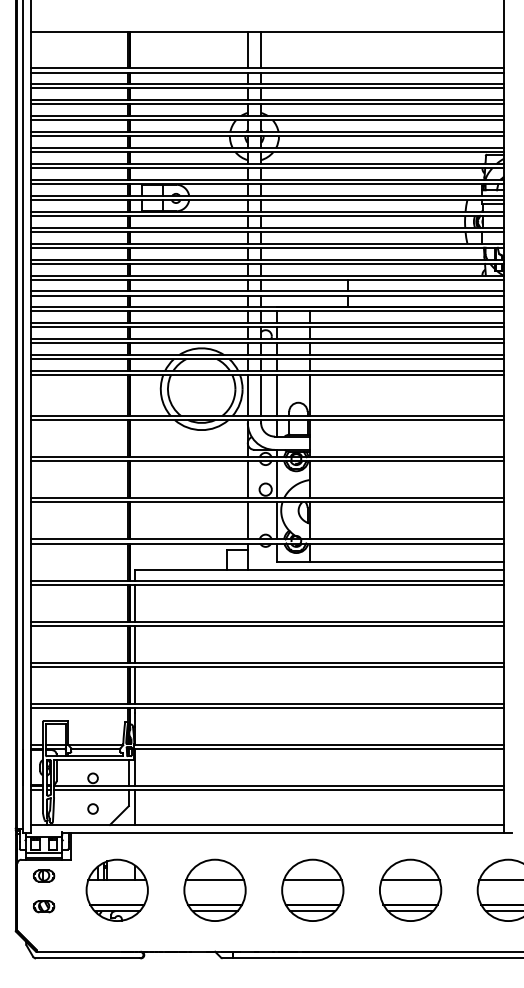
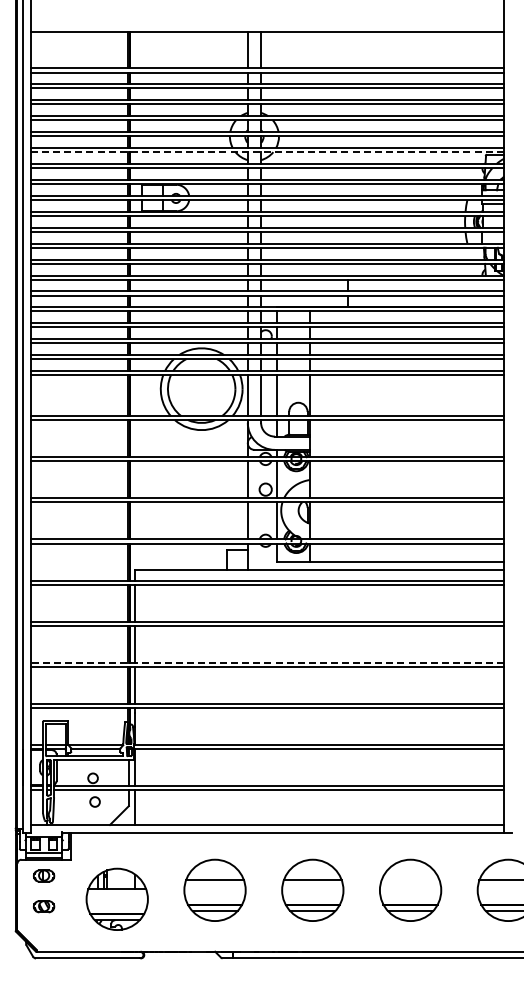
line at (267, 152): solid -> dashed
line at (267, 662): solid -> dashed
circle at (92, 808) position: (92, 808) -> (94, 801)
line at (410, 880): present -> none
part at (116, 889) position: (116, 889) -> (116, 898)
